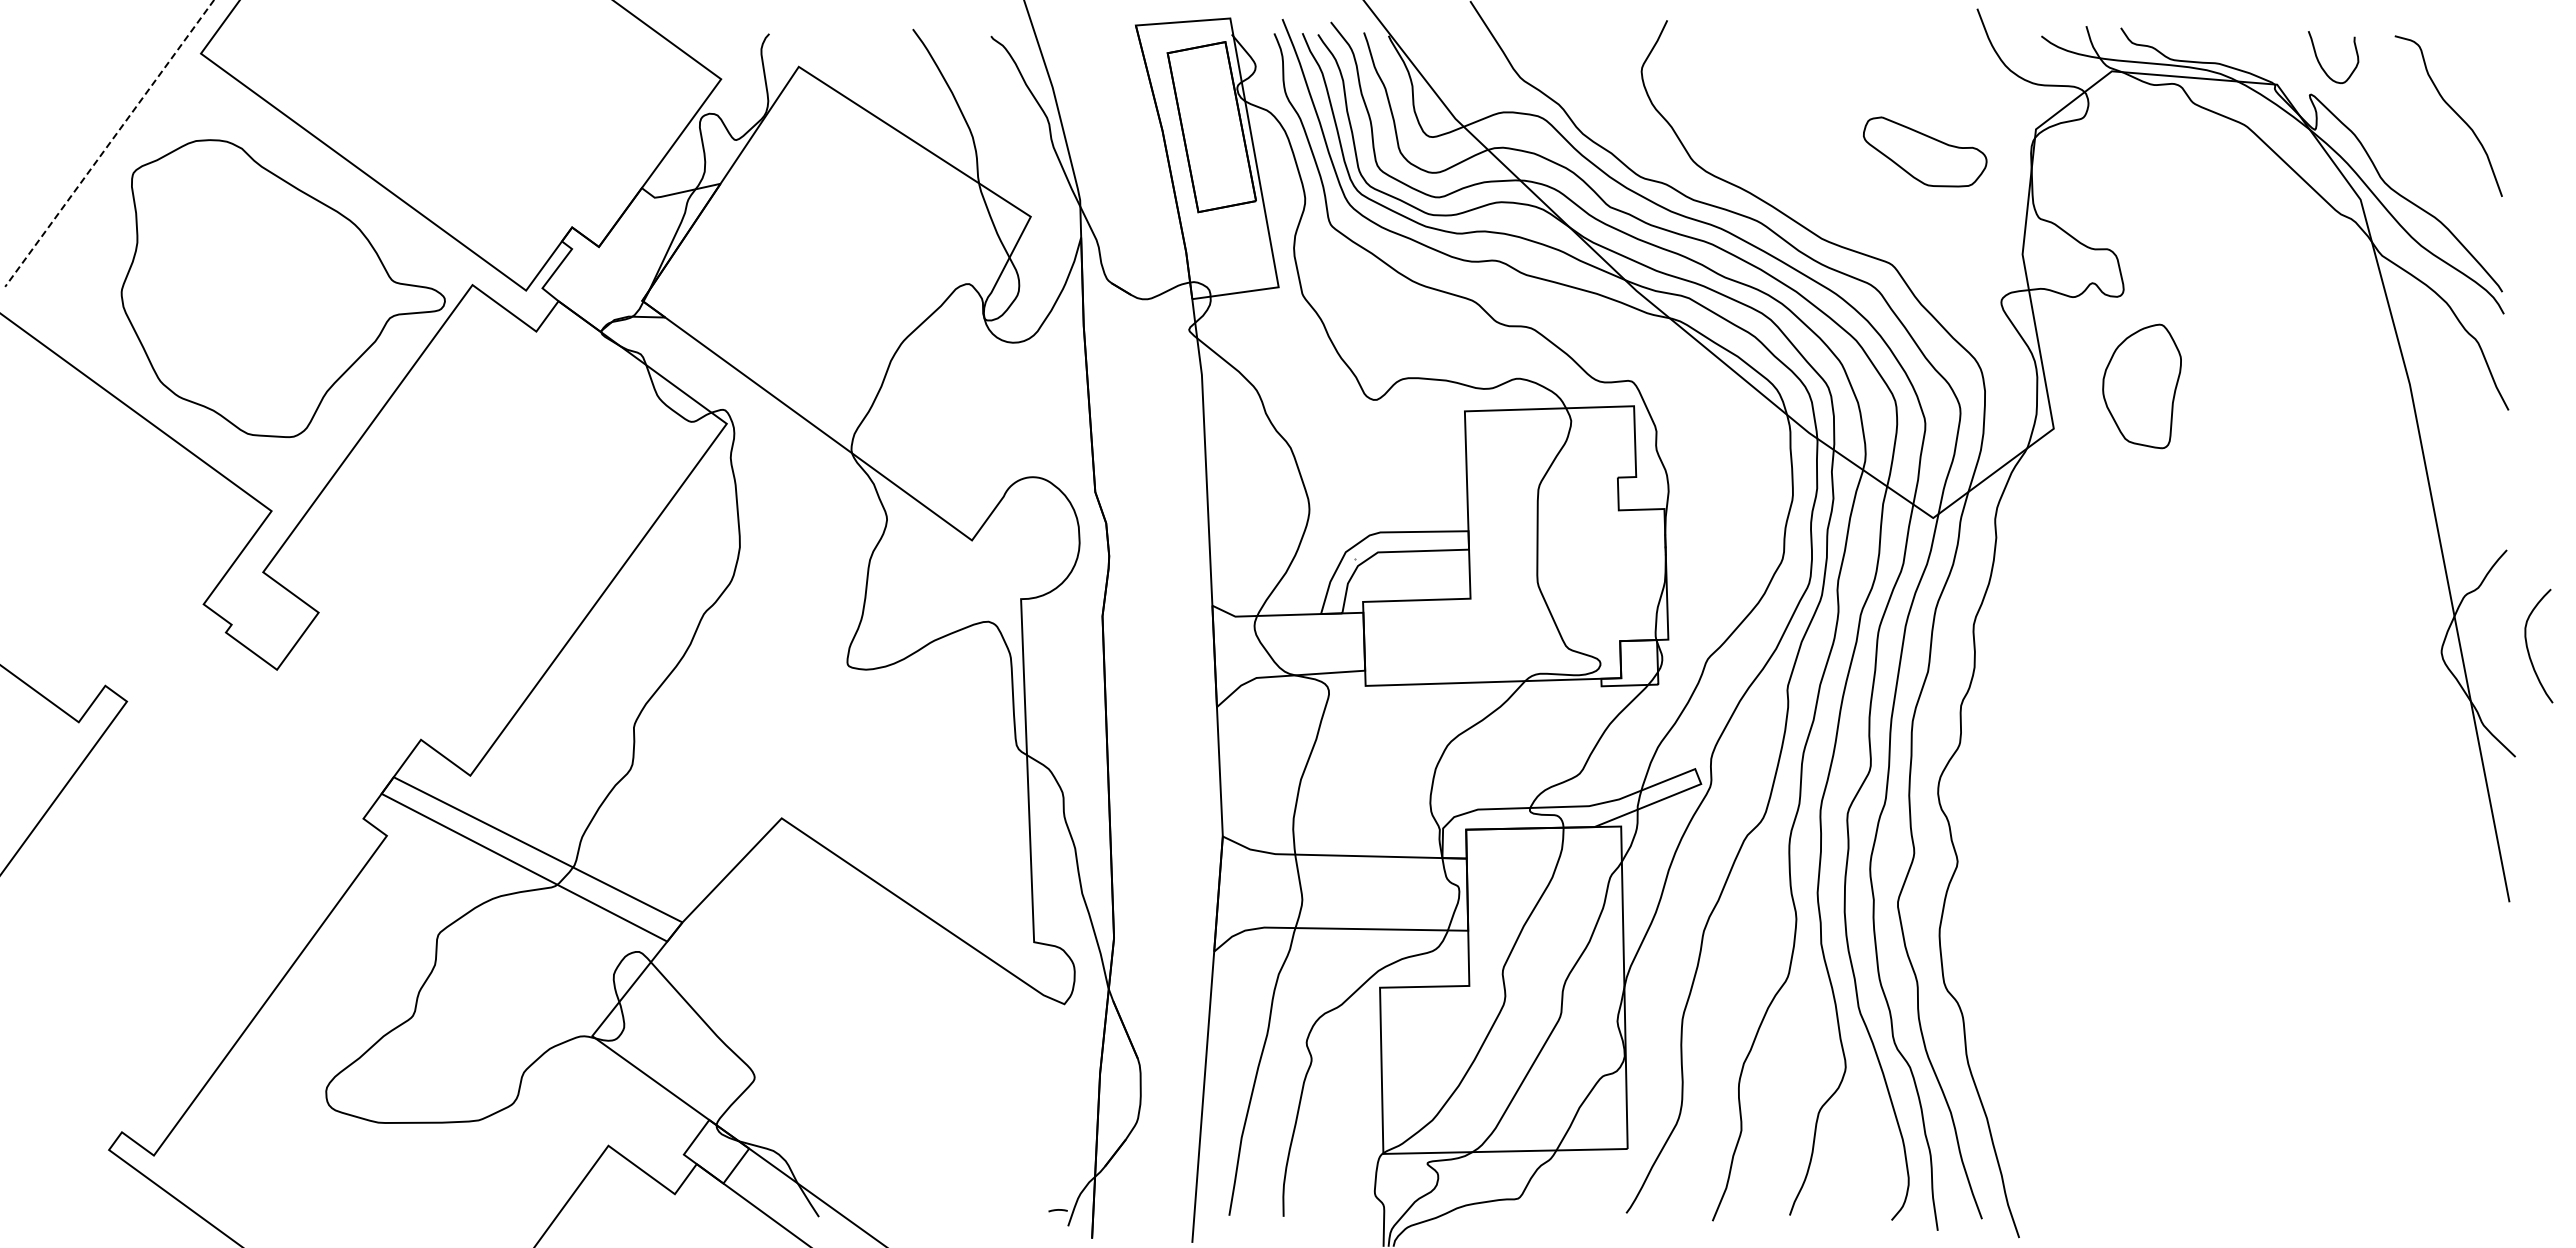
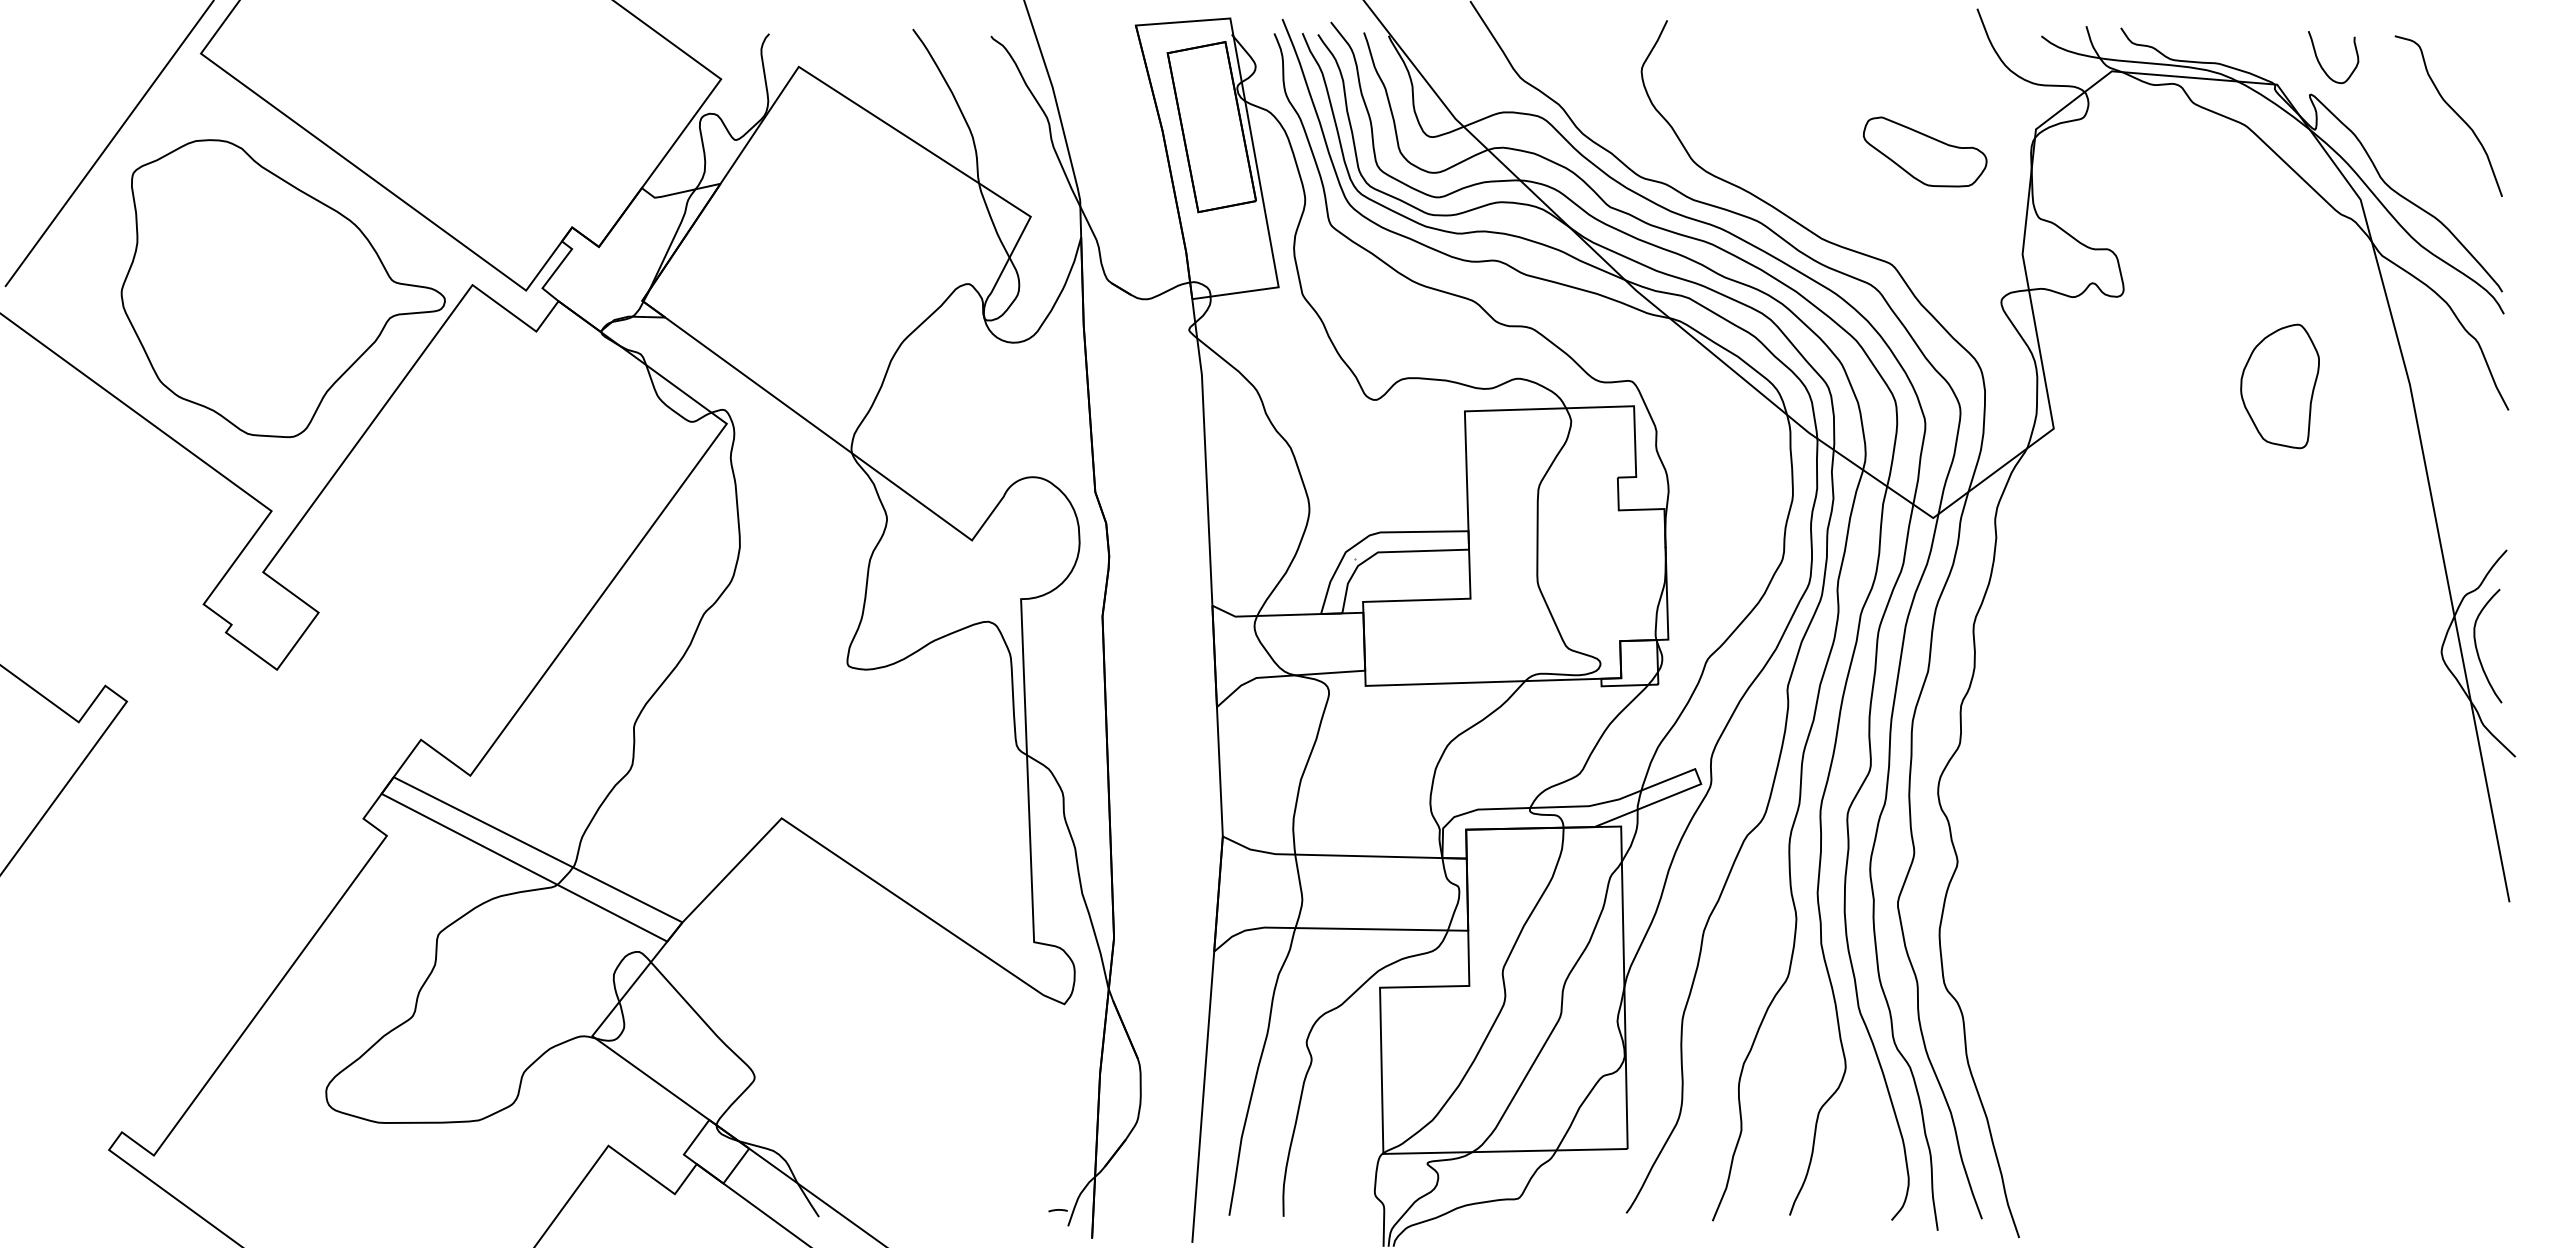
line at (109, 144): dashed -> solid
part at (2141, 386) position: (2141, 386) -> (2279, 386)
curve at (2528, 647) position: (2528, 647) -> (2477, 647)
